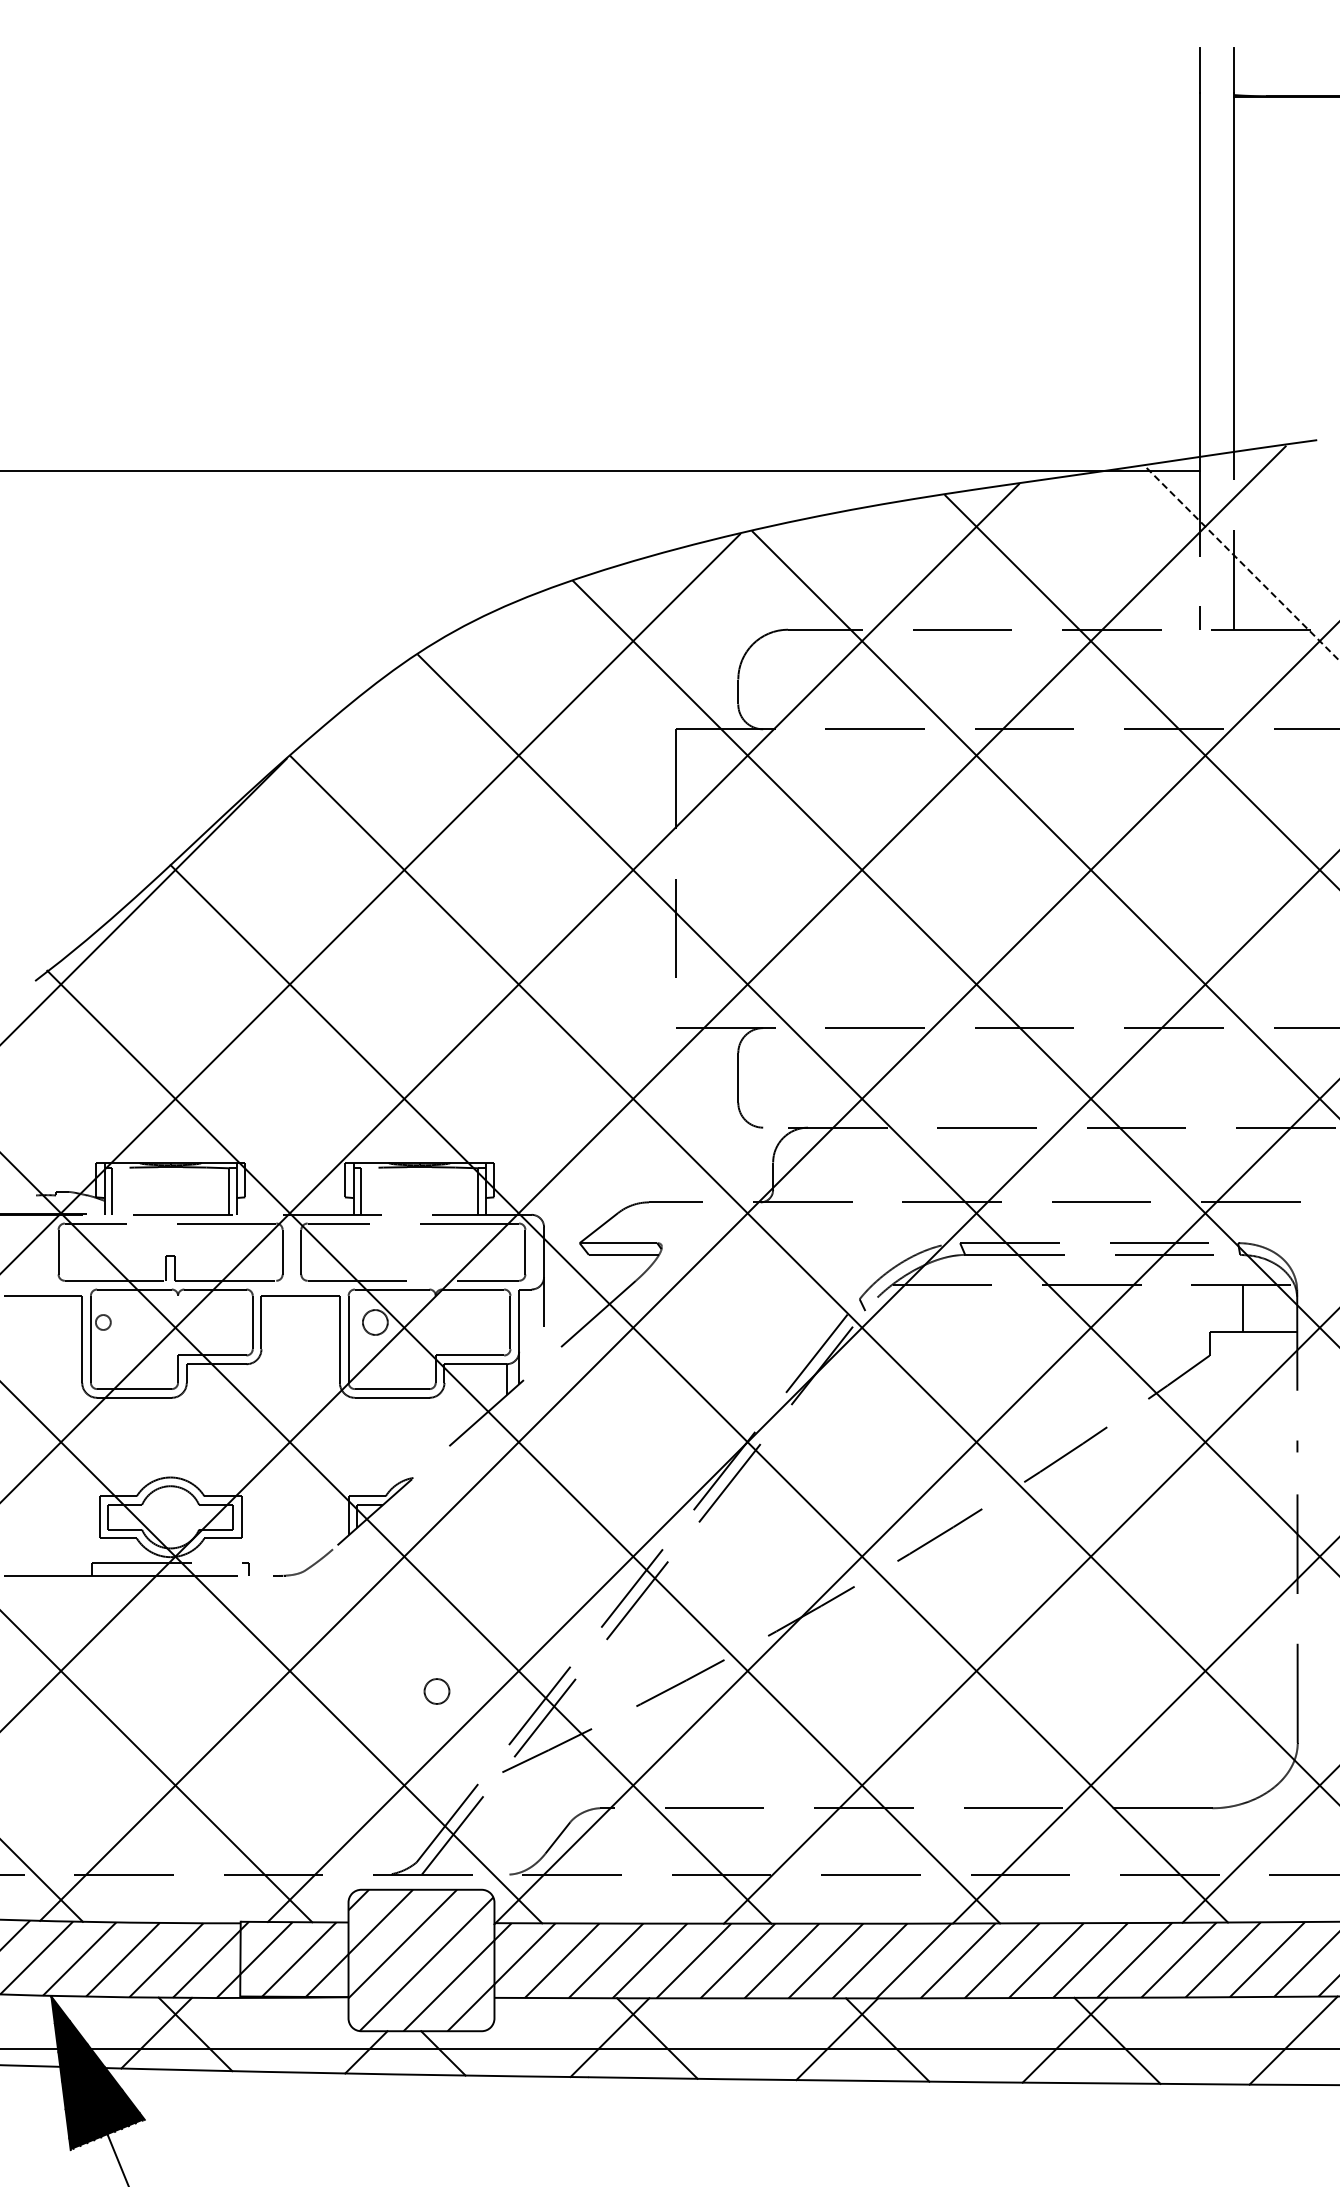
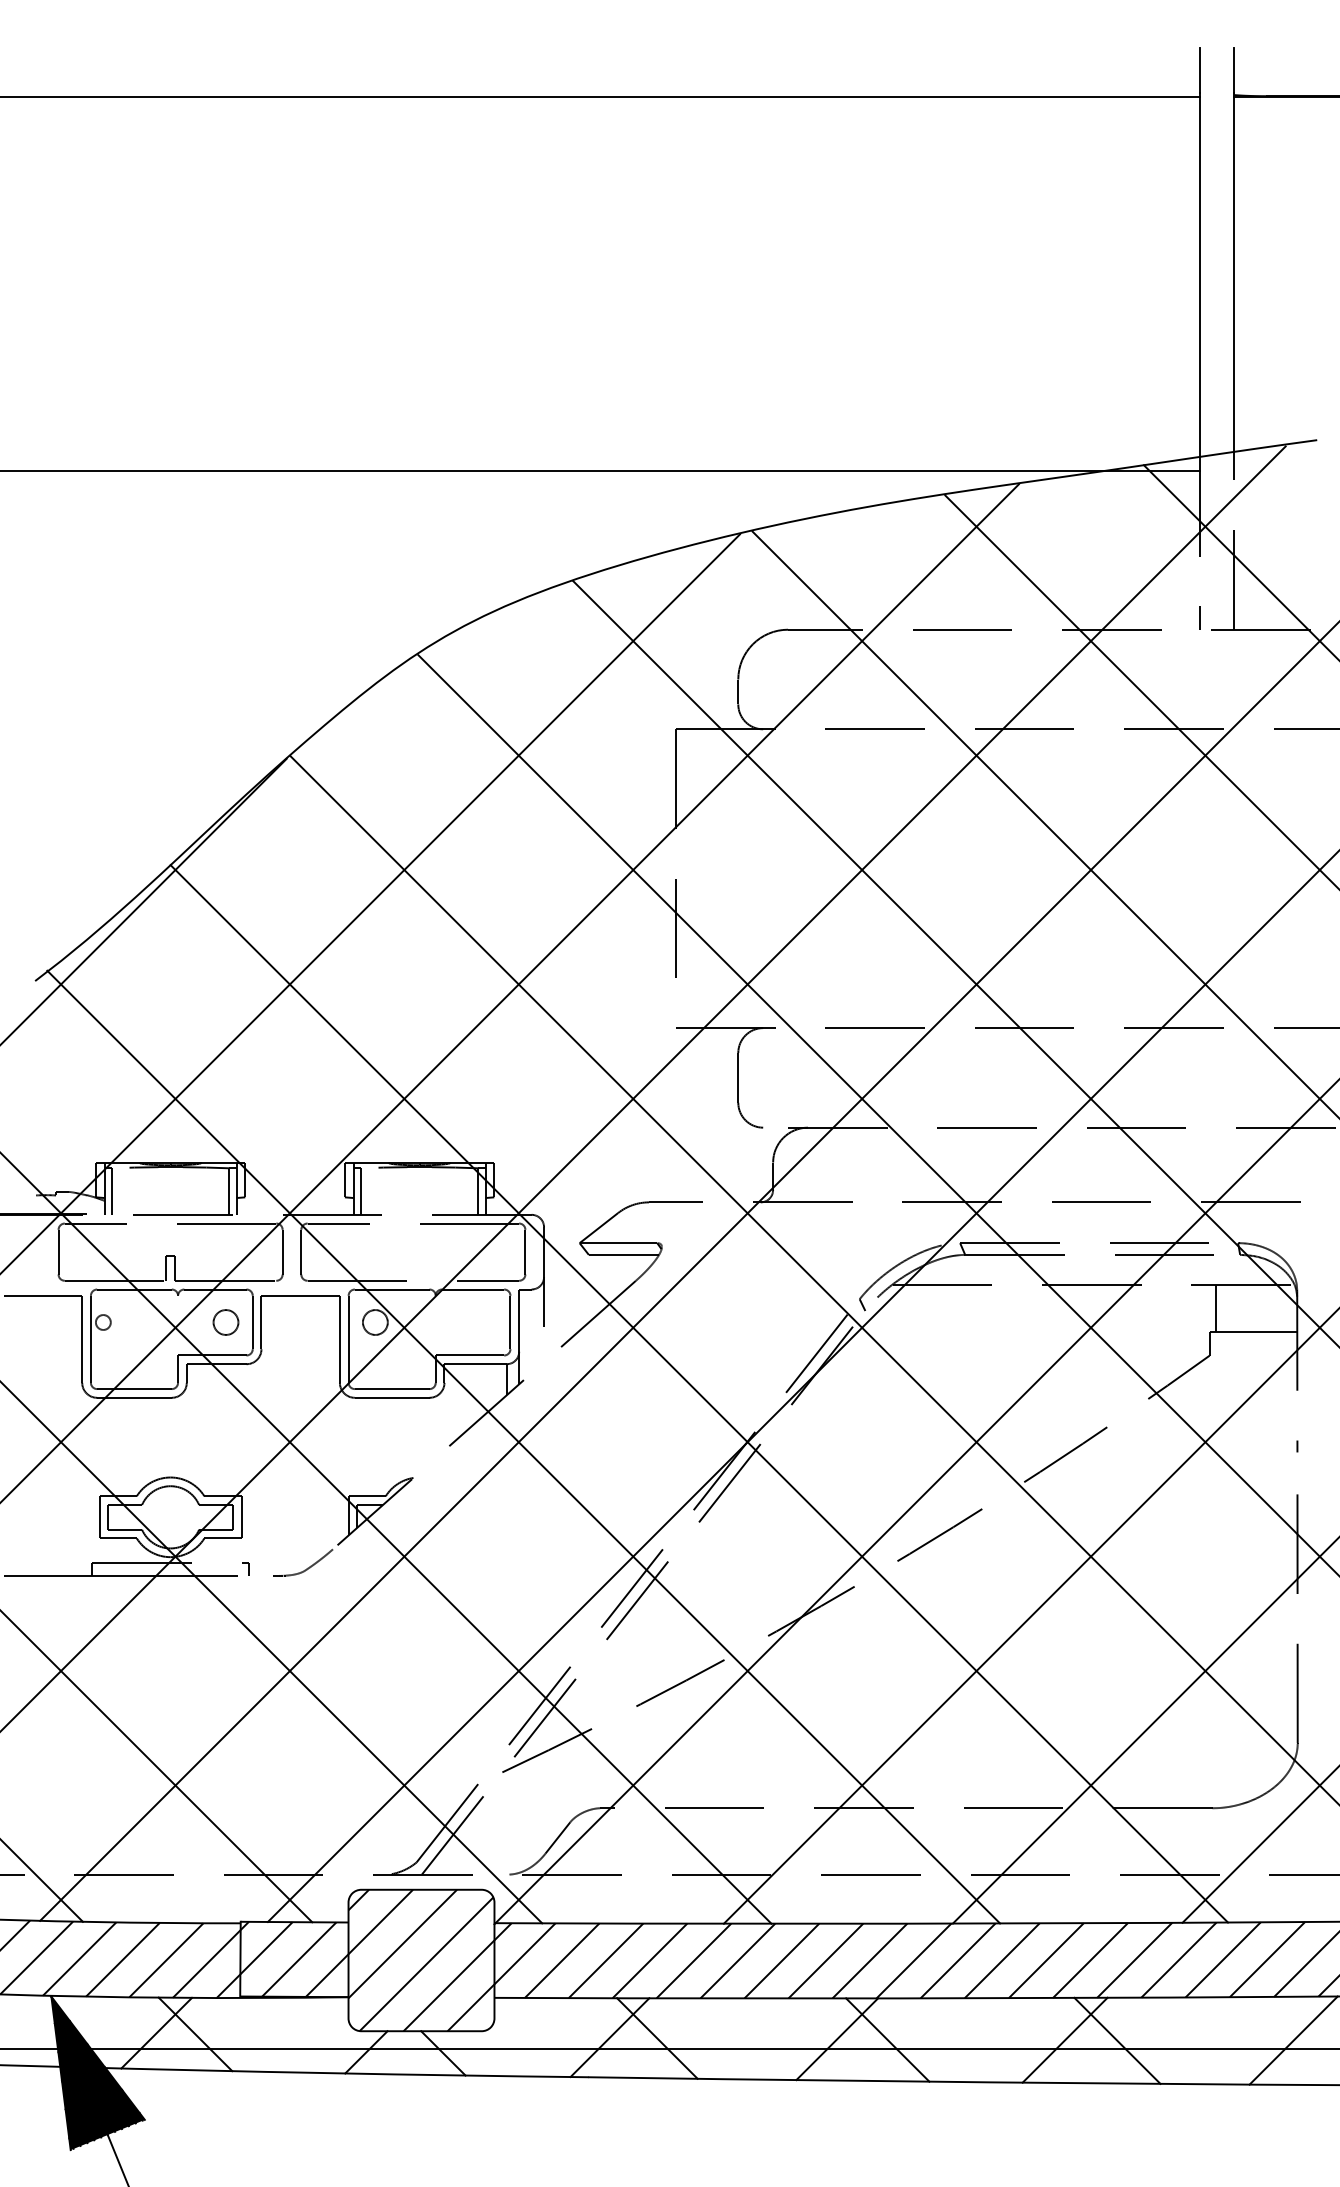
line at (600, 97): none -> present
line at (1241, 562): dashed -> solid
line at (1242, 1308) position: (1242, 1308) -> (1215, 1308)
circle at (436, 1691) position: (436, 1691) -> (225, 1322)
